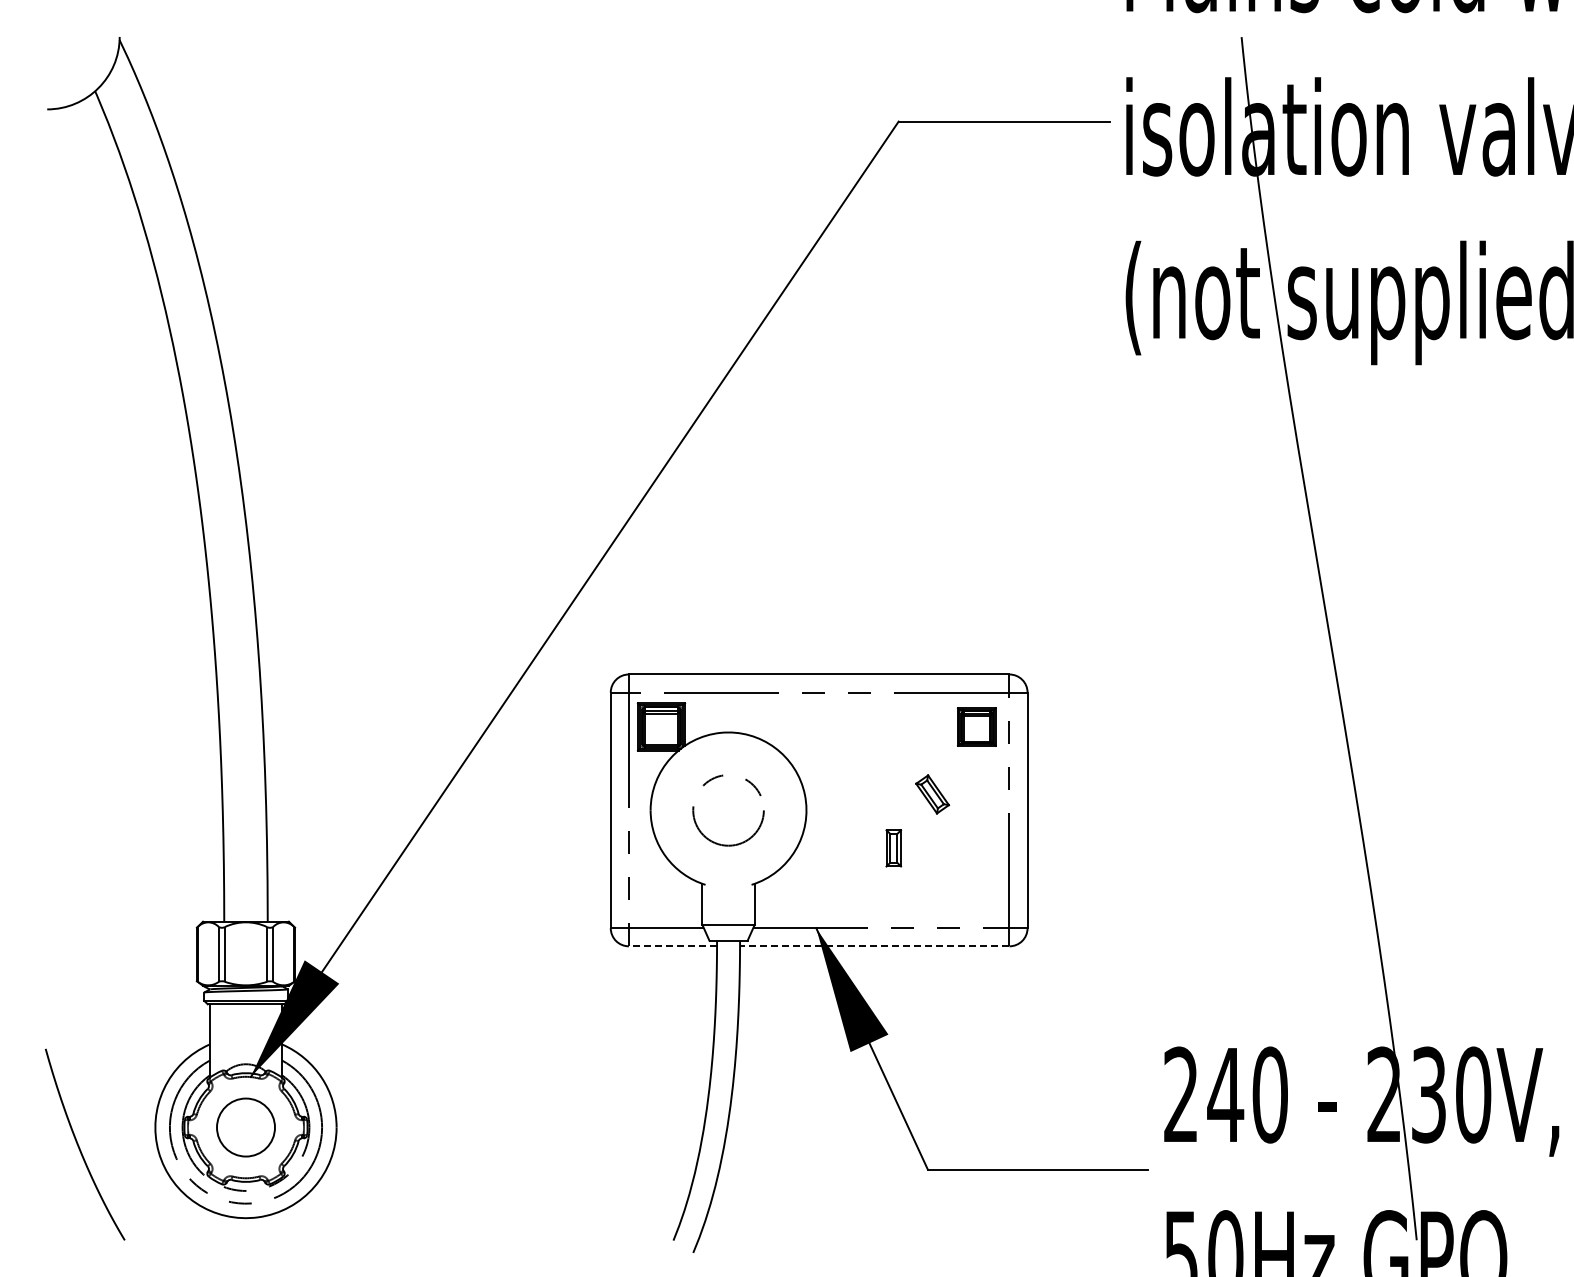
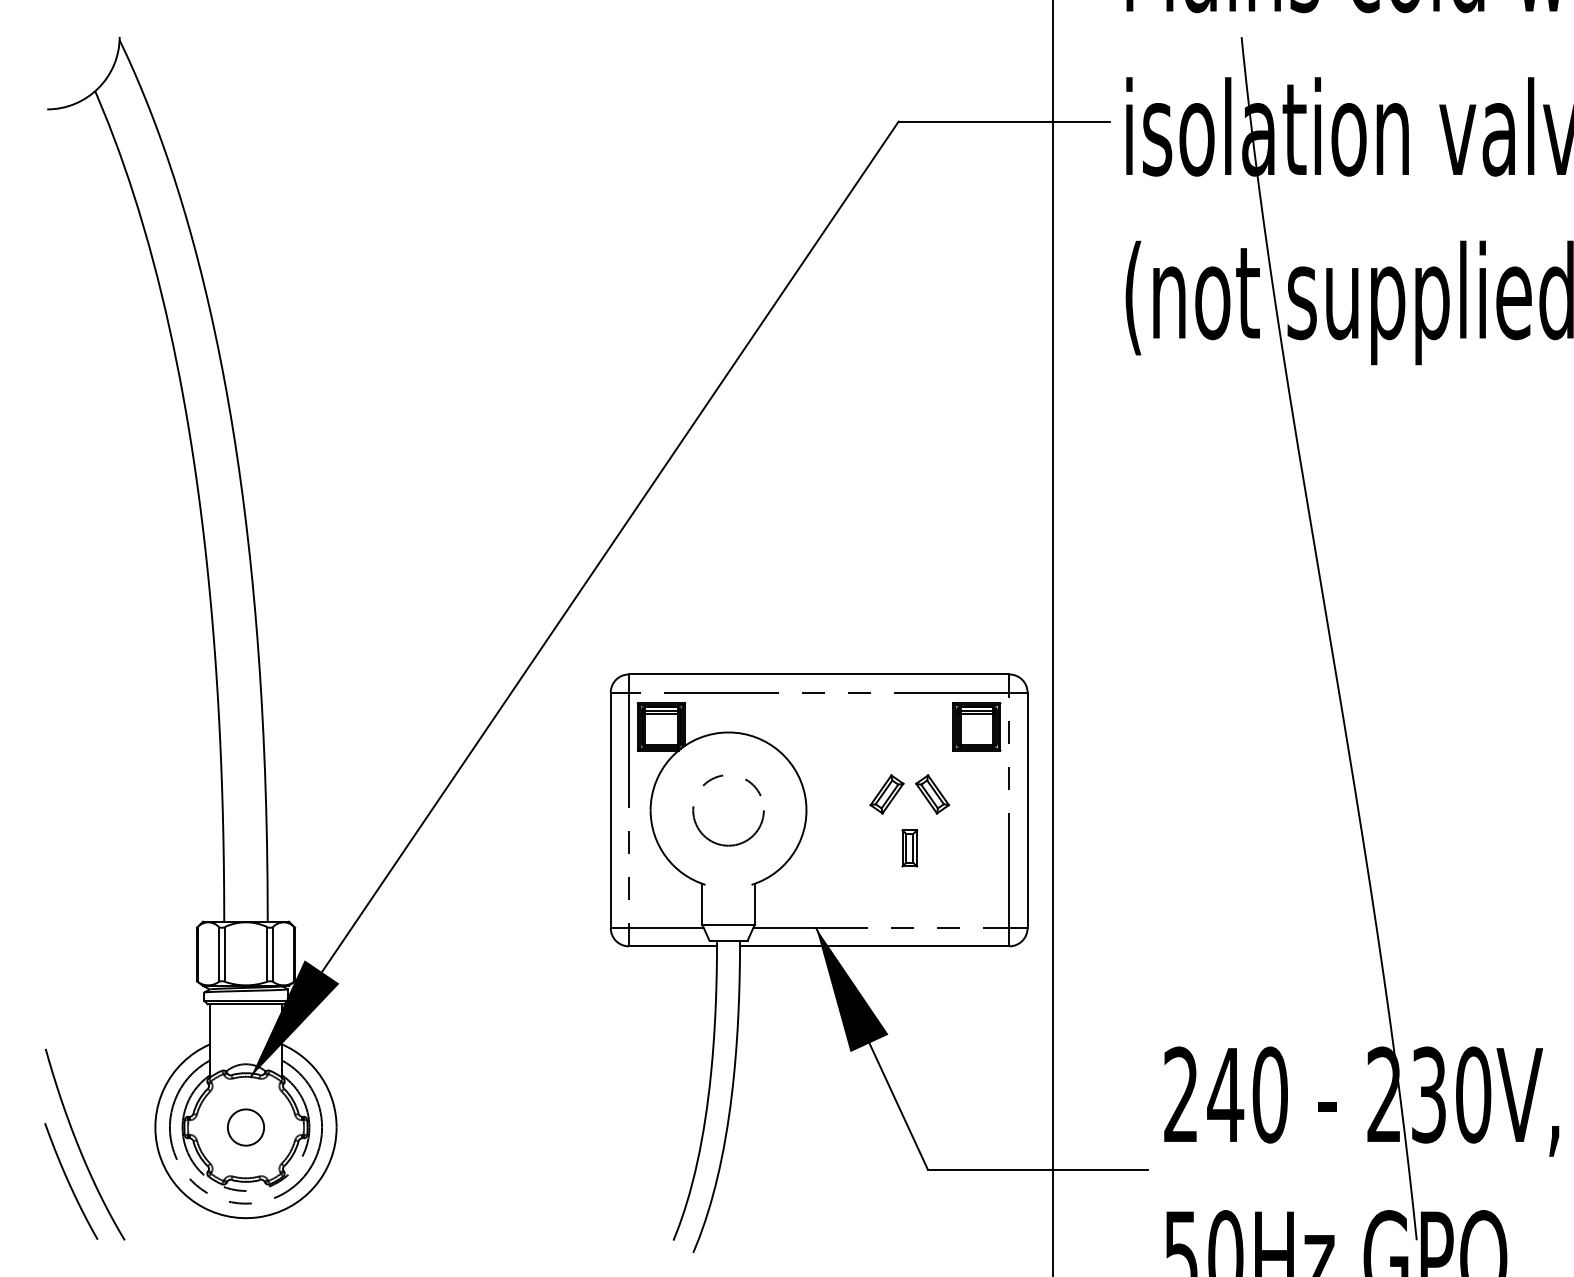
line at (1052, 637): none -> present
part at (976, 726) size: 40x40 px -> 50x50 px
part at (886, 794): none -> present
part at (893, 848) position: (893, 848) -> (909, 848)
line at (672, 946): dashed -> solid
line at (874, 946): dashed -> solid
circle at (246, 1127) diameter: 58 px -> 36 px
curve at (69, 1181): none -> present
